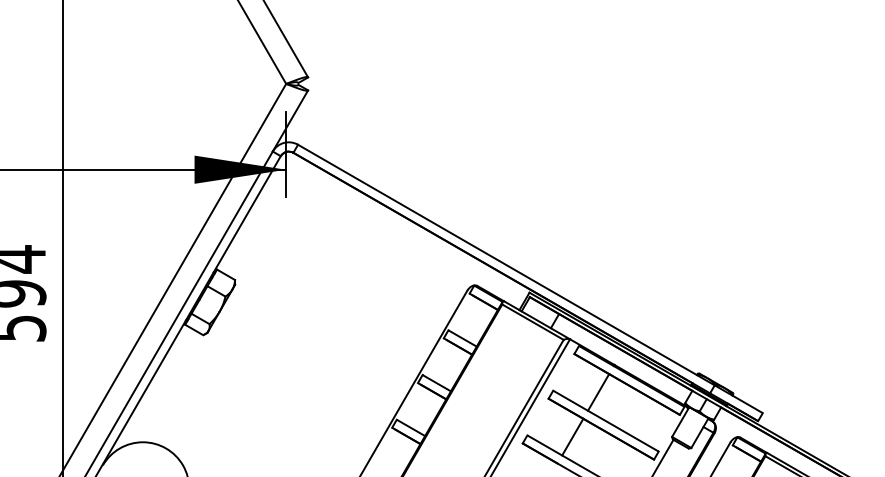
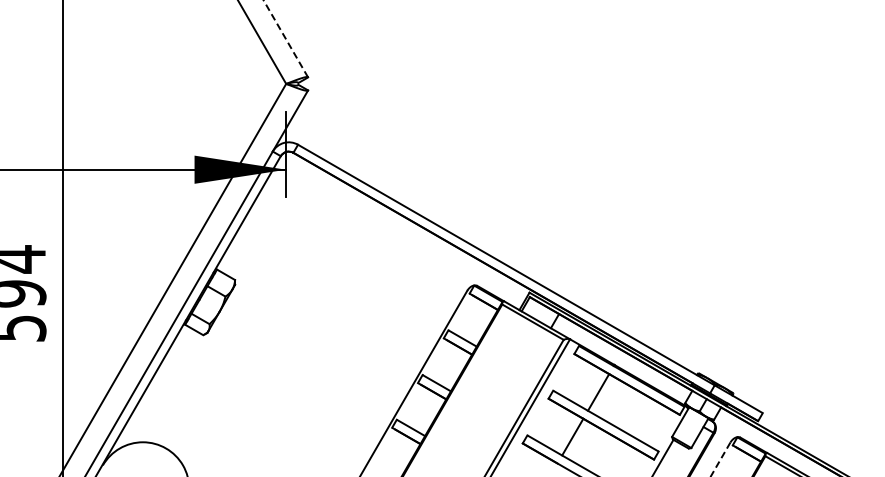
line at (285, 38): solid -> dashed
line at (720, 459): solid -> dashed
